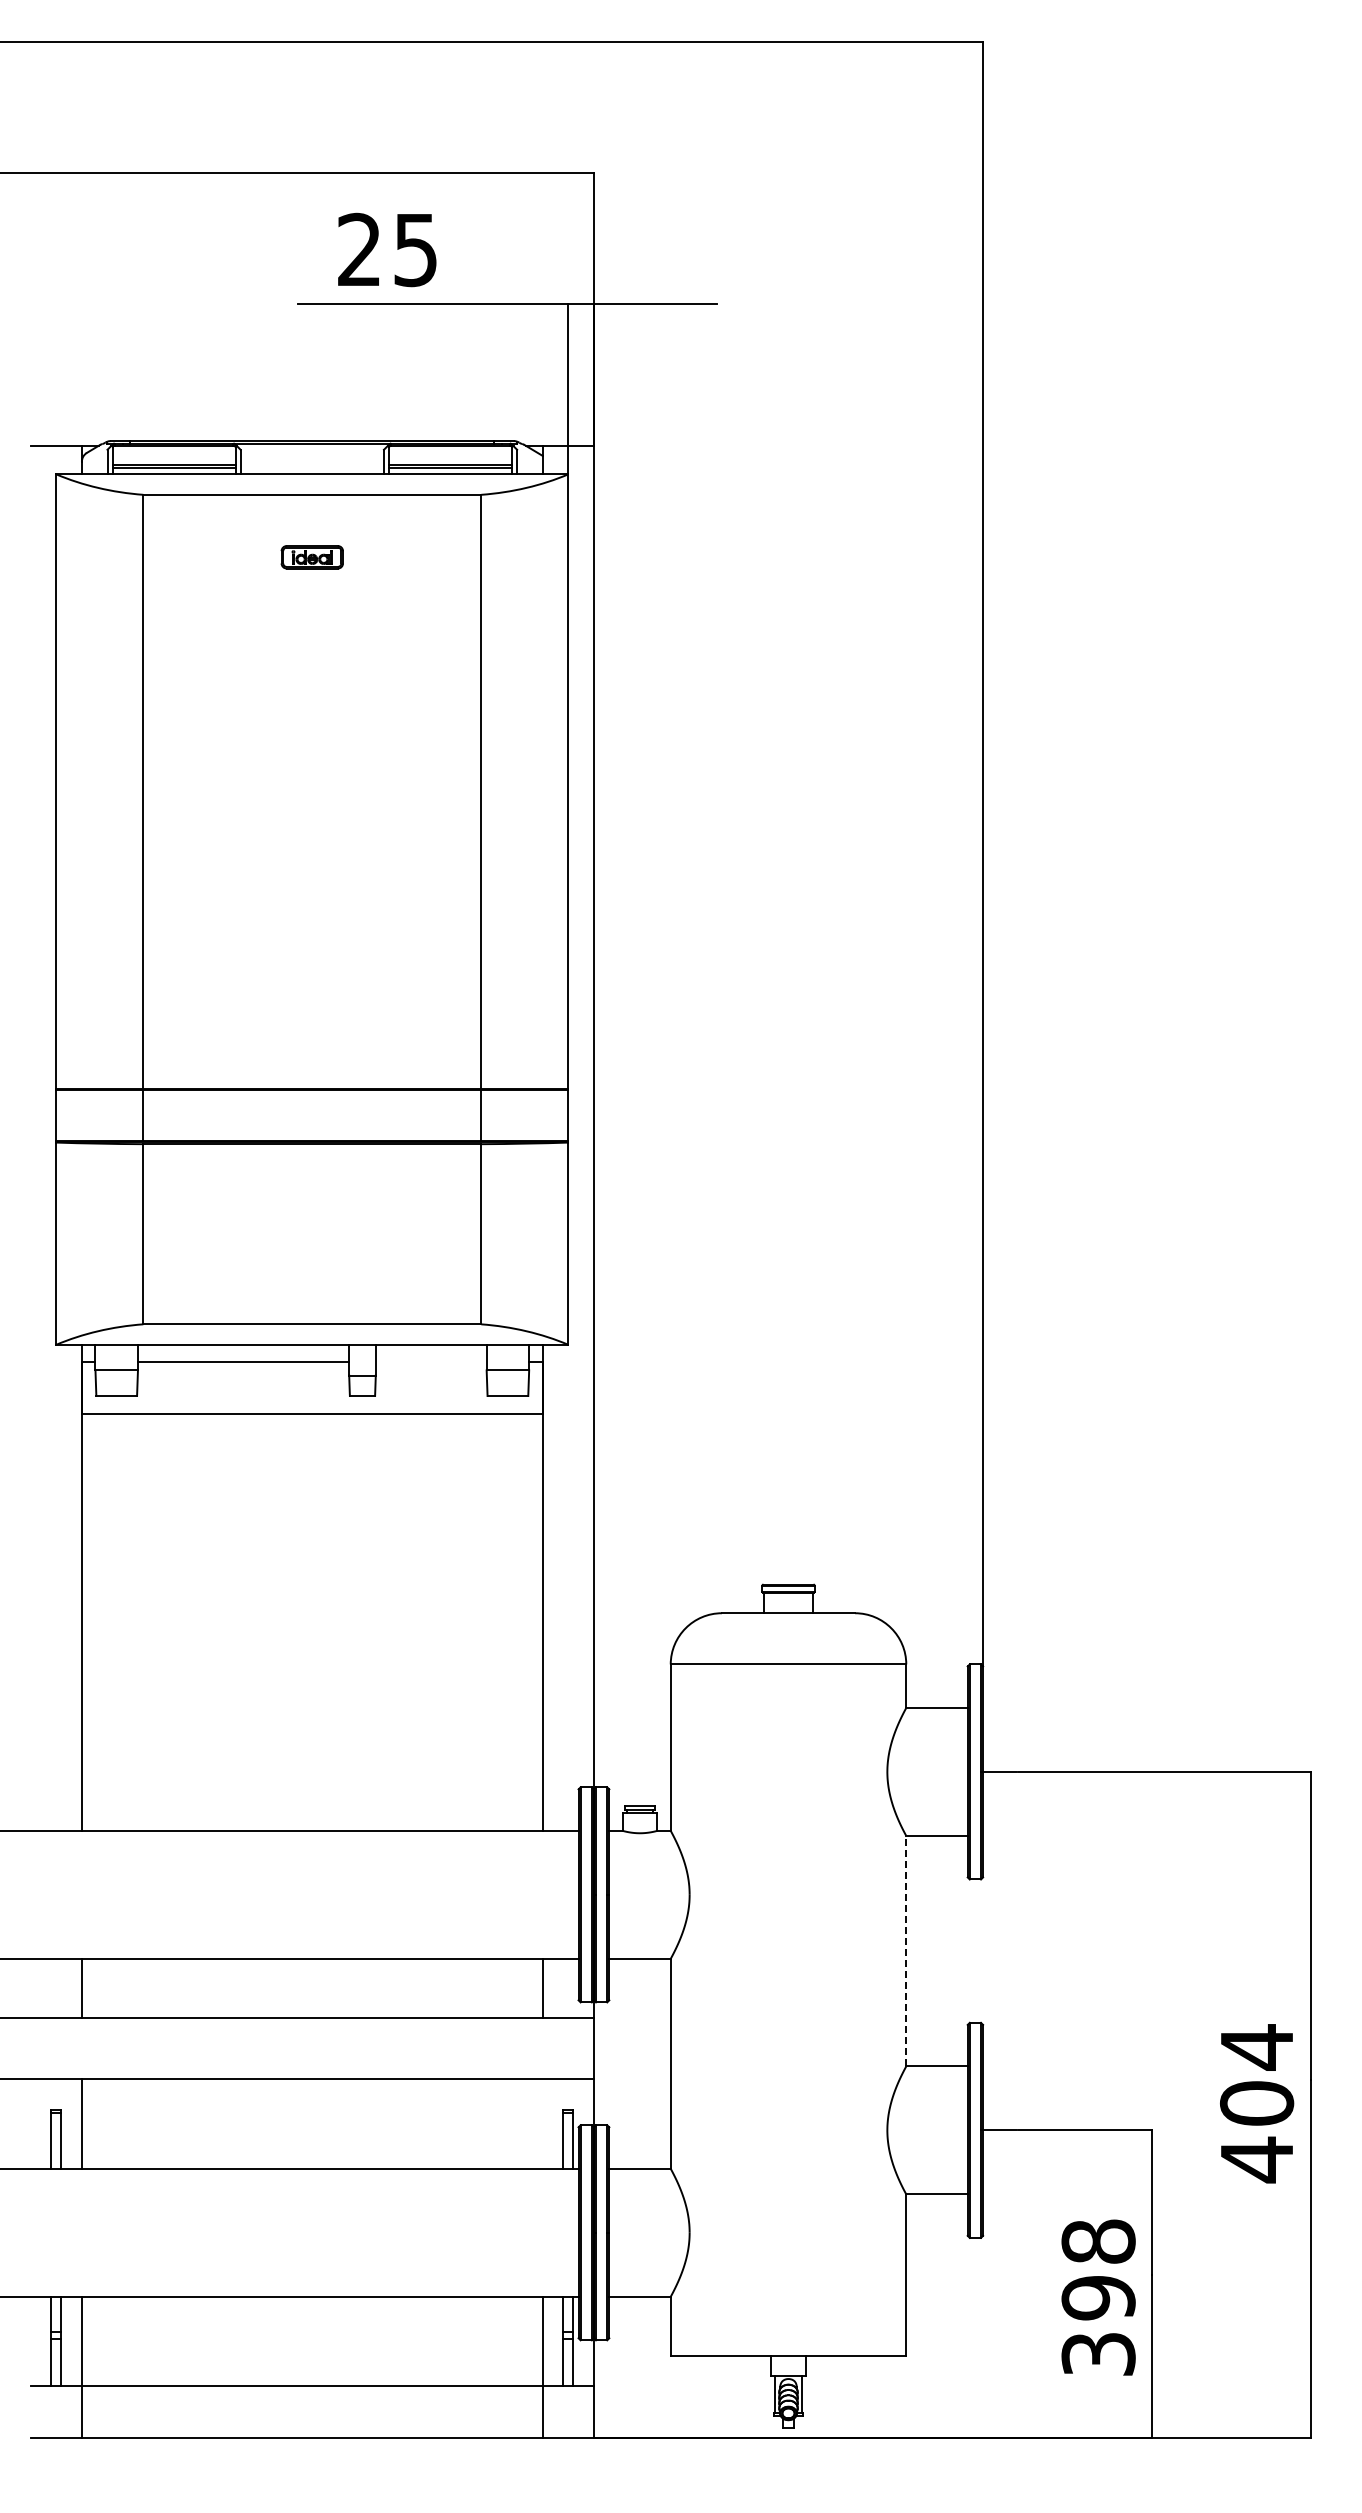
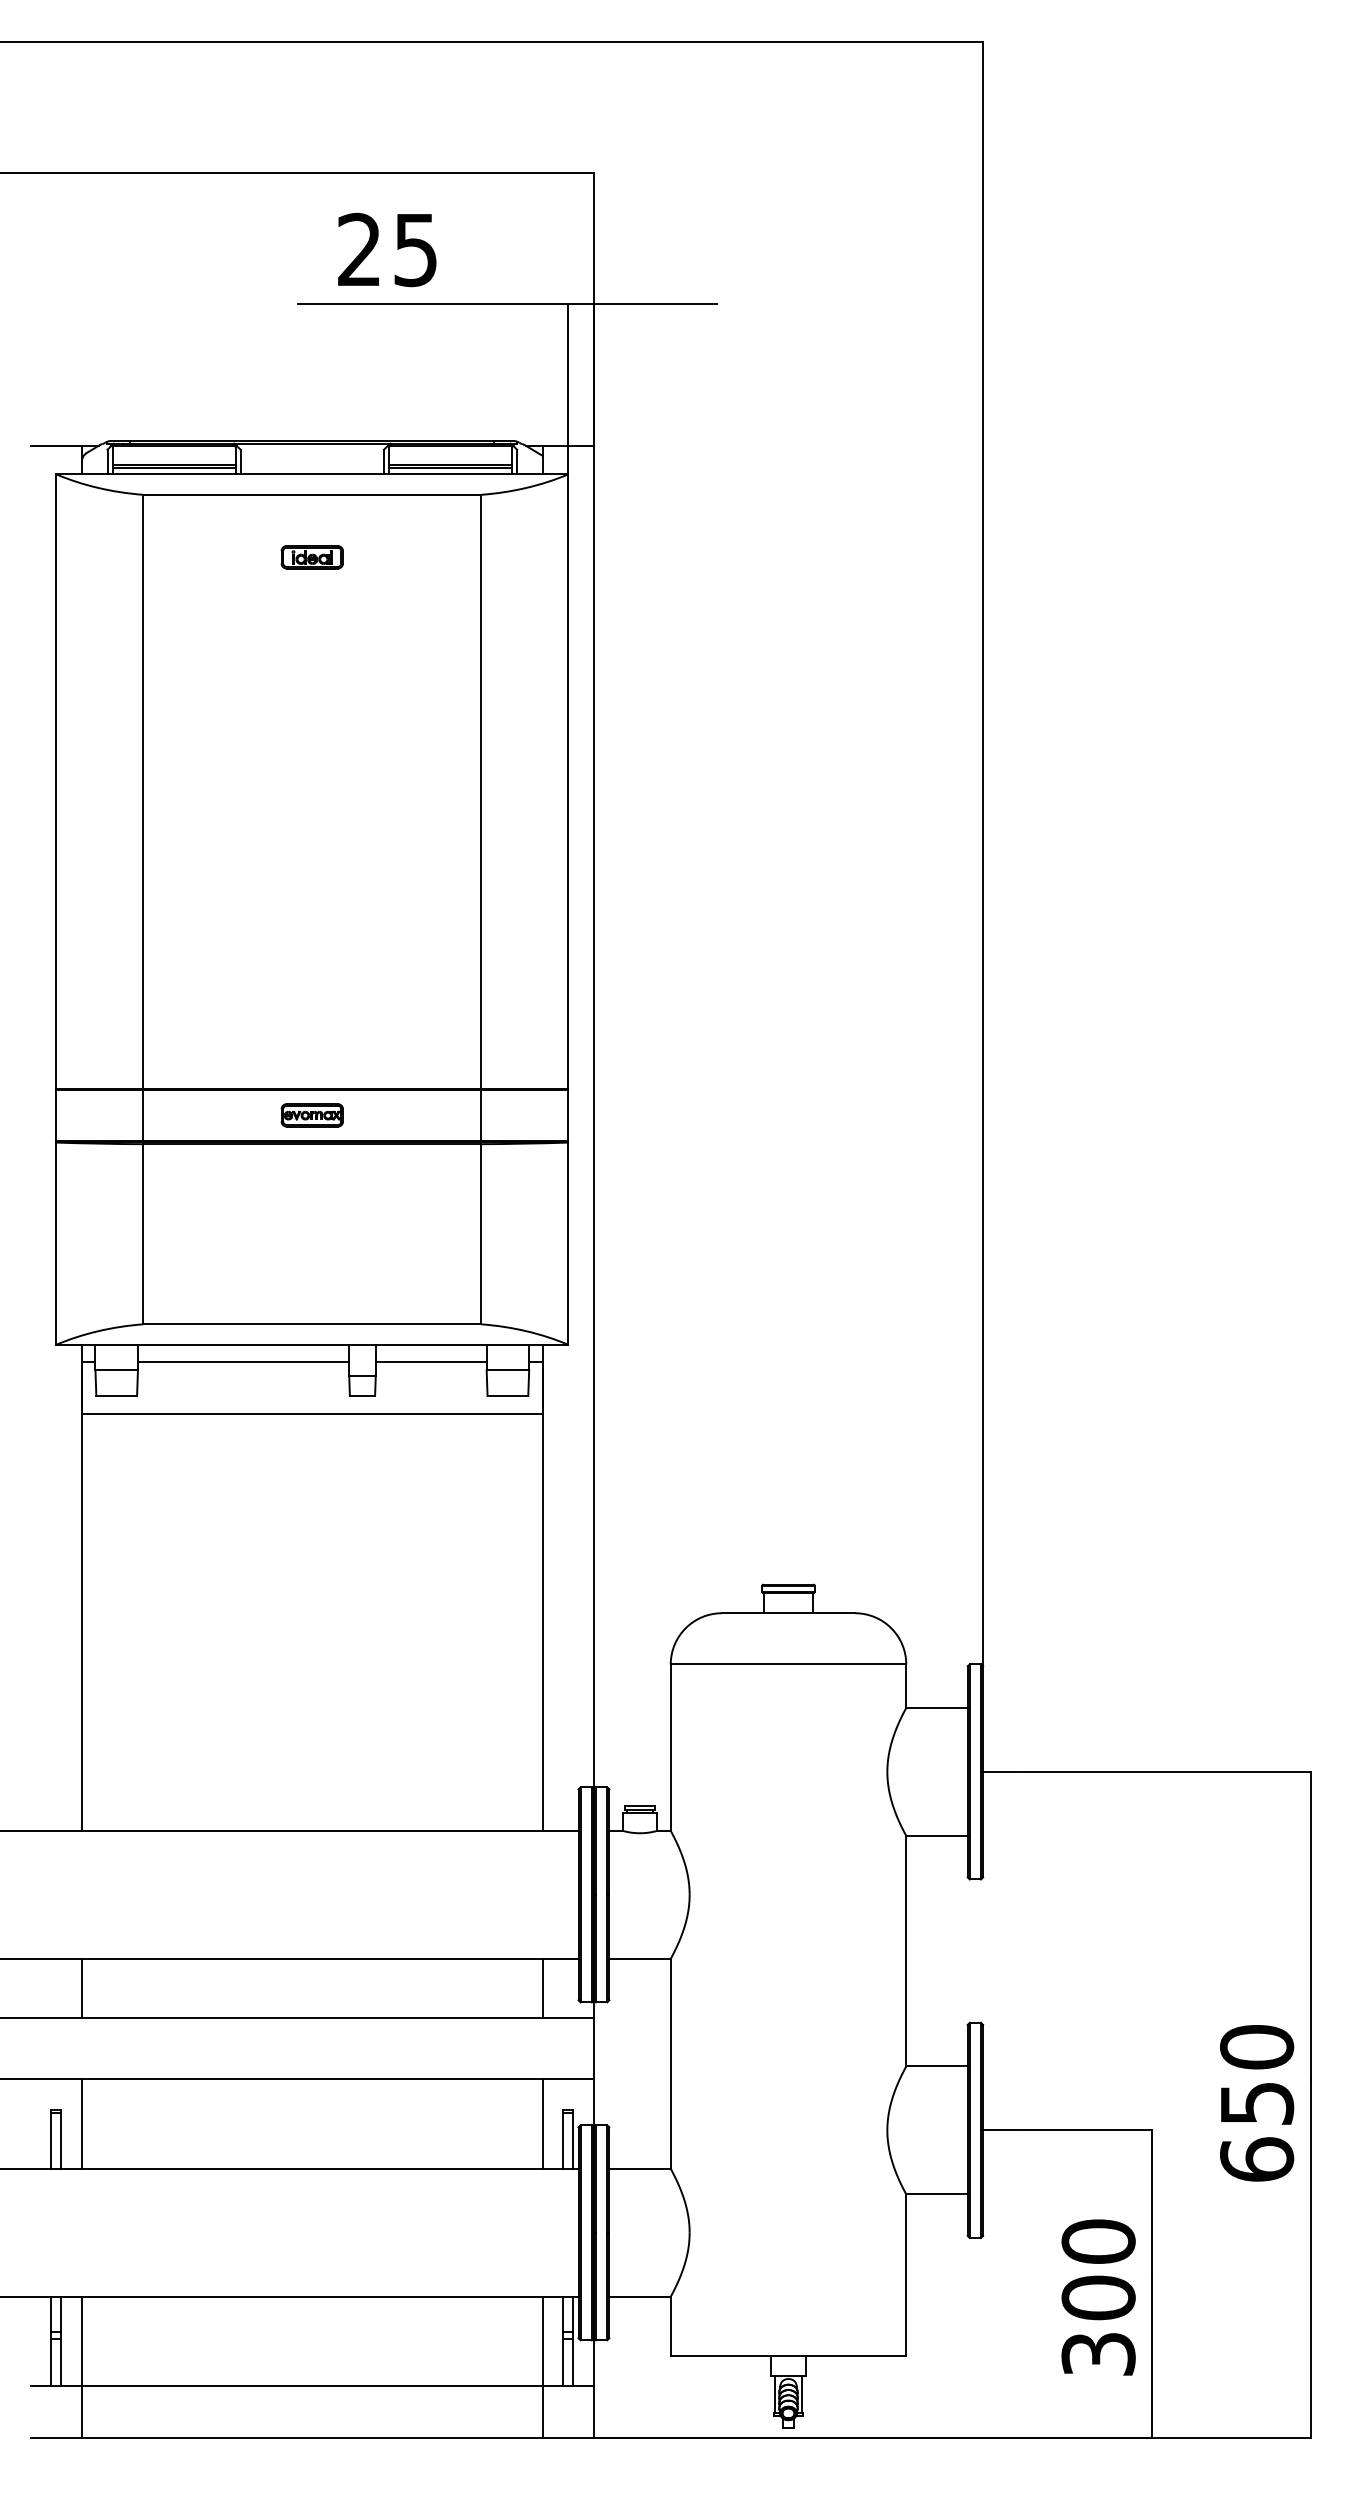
part at (311, 1115): none -> present
line at (430, 1362): none -> present
line at (906, 1950): dashed -> solid
text at (1257, 2103): 404 -> 650
line at (542, 2123): none -> present
text at (1098, 2269): 398 -> 300
